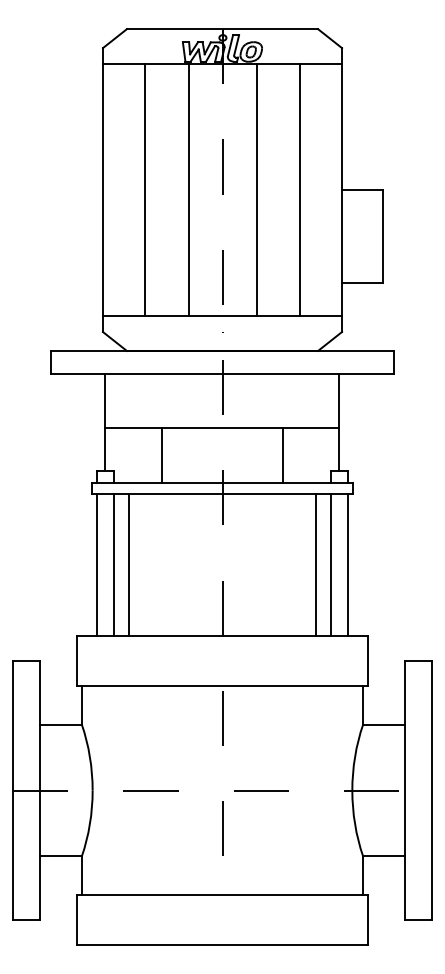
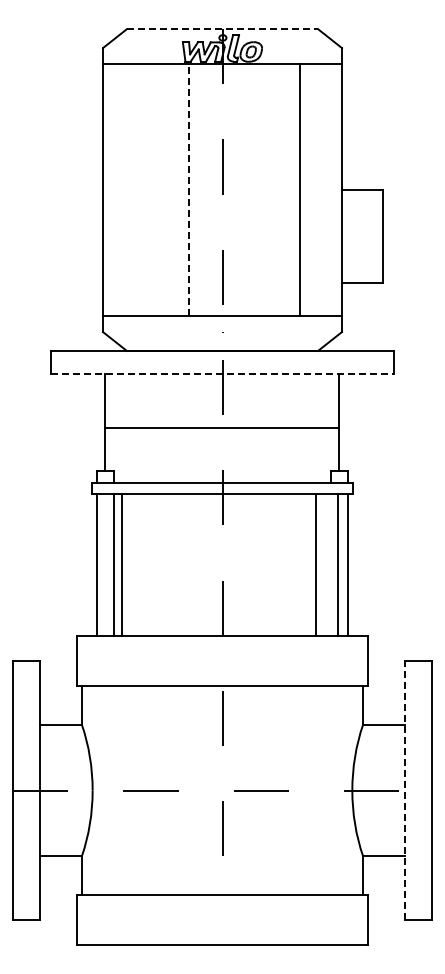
line at (222, 29): solid -> dashed
line at (145, 189): present -> none
line at (256, 189): present -> none
line at (188, 190): solid -> dashed
line at (222, 374): solid -> dashed
line at (161, 455): present -> none
line at (282, 455): present -> none
line at (128, 565) position: (128, 565) -> (121, 565)
line at (331, 565) position: (331, 565) -> (338, 565)
line at (405, 790): solid -> dashed
